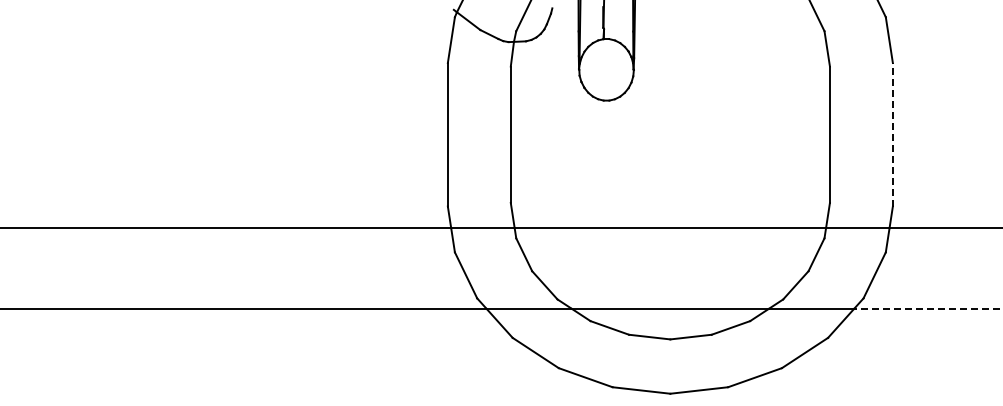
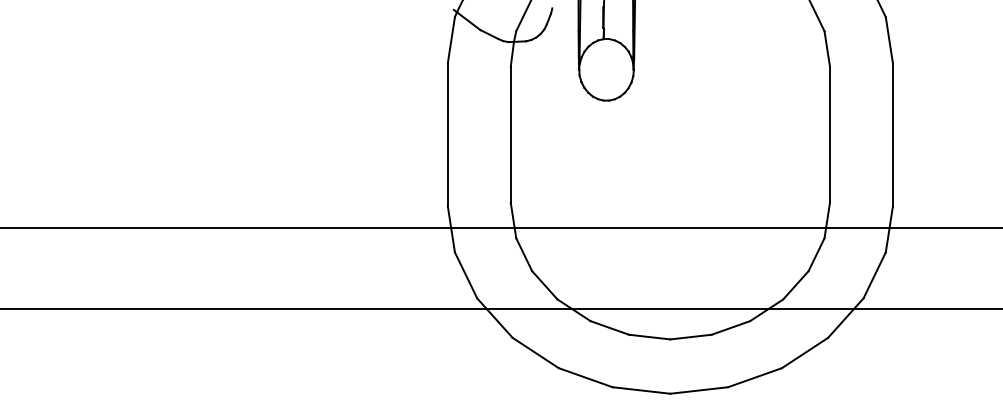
line at (892, 134): dashed -> solid
line at (928, 308): dashed -> solid
